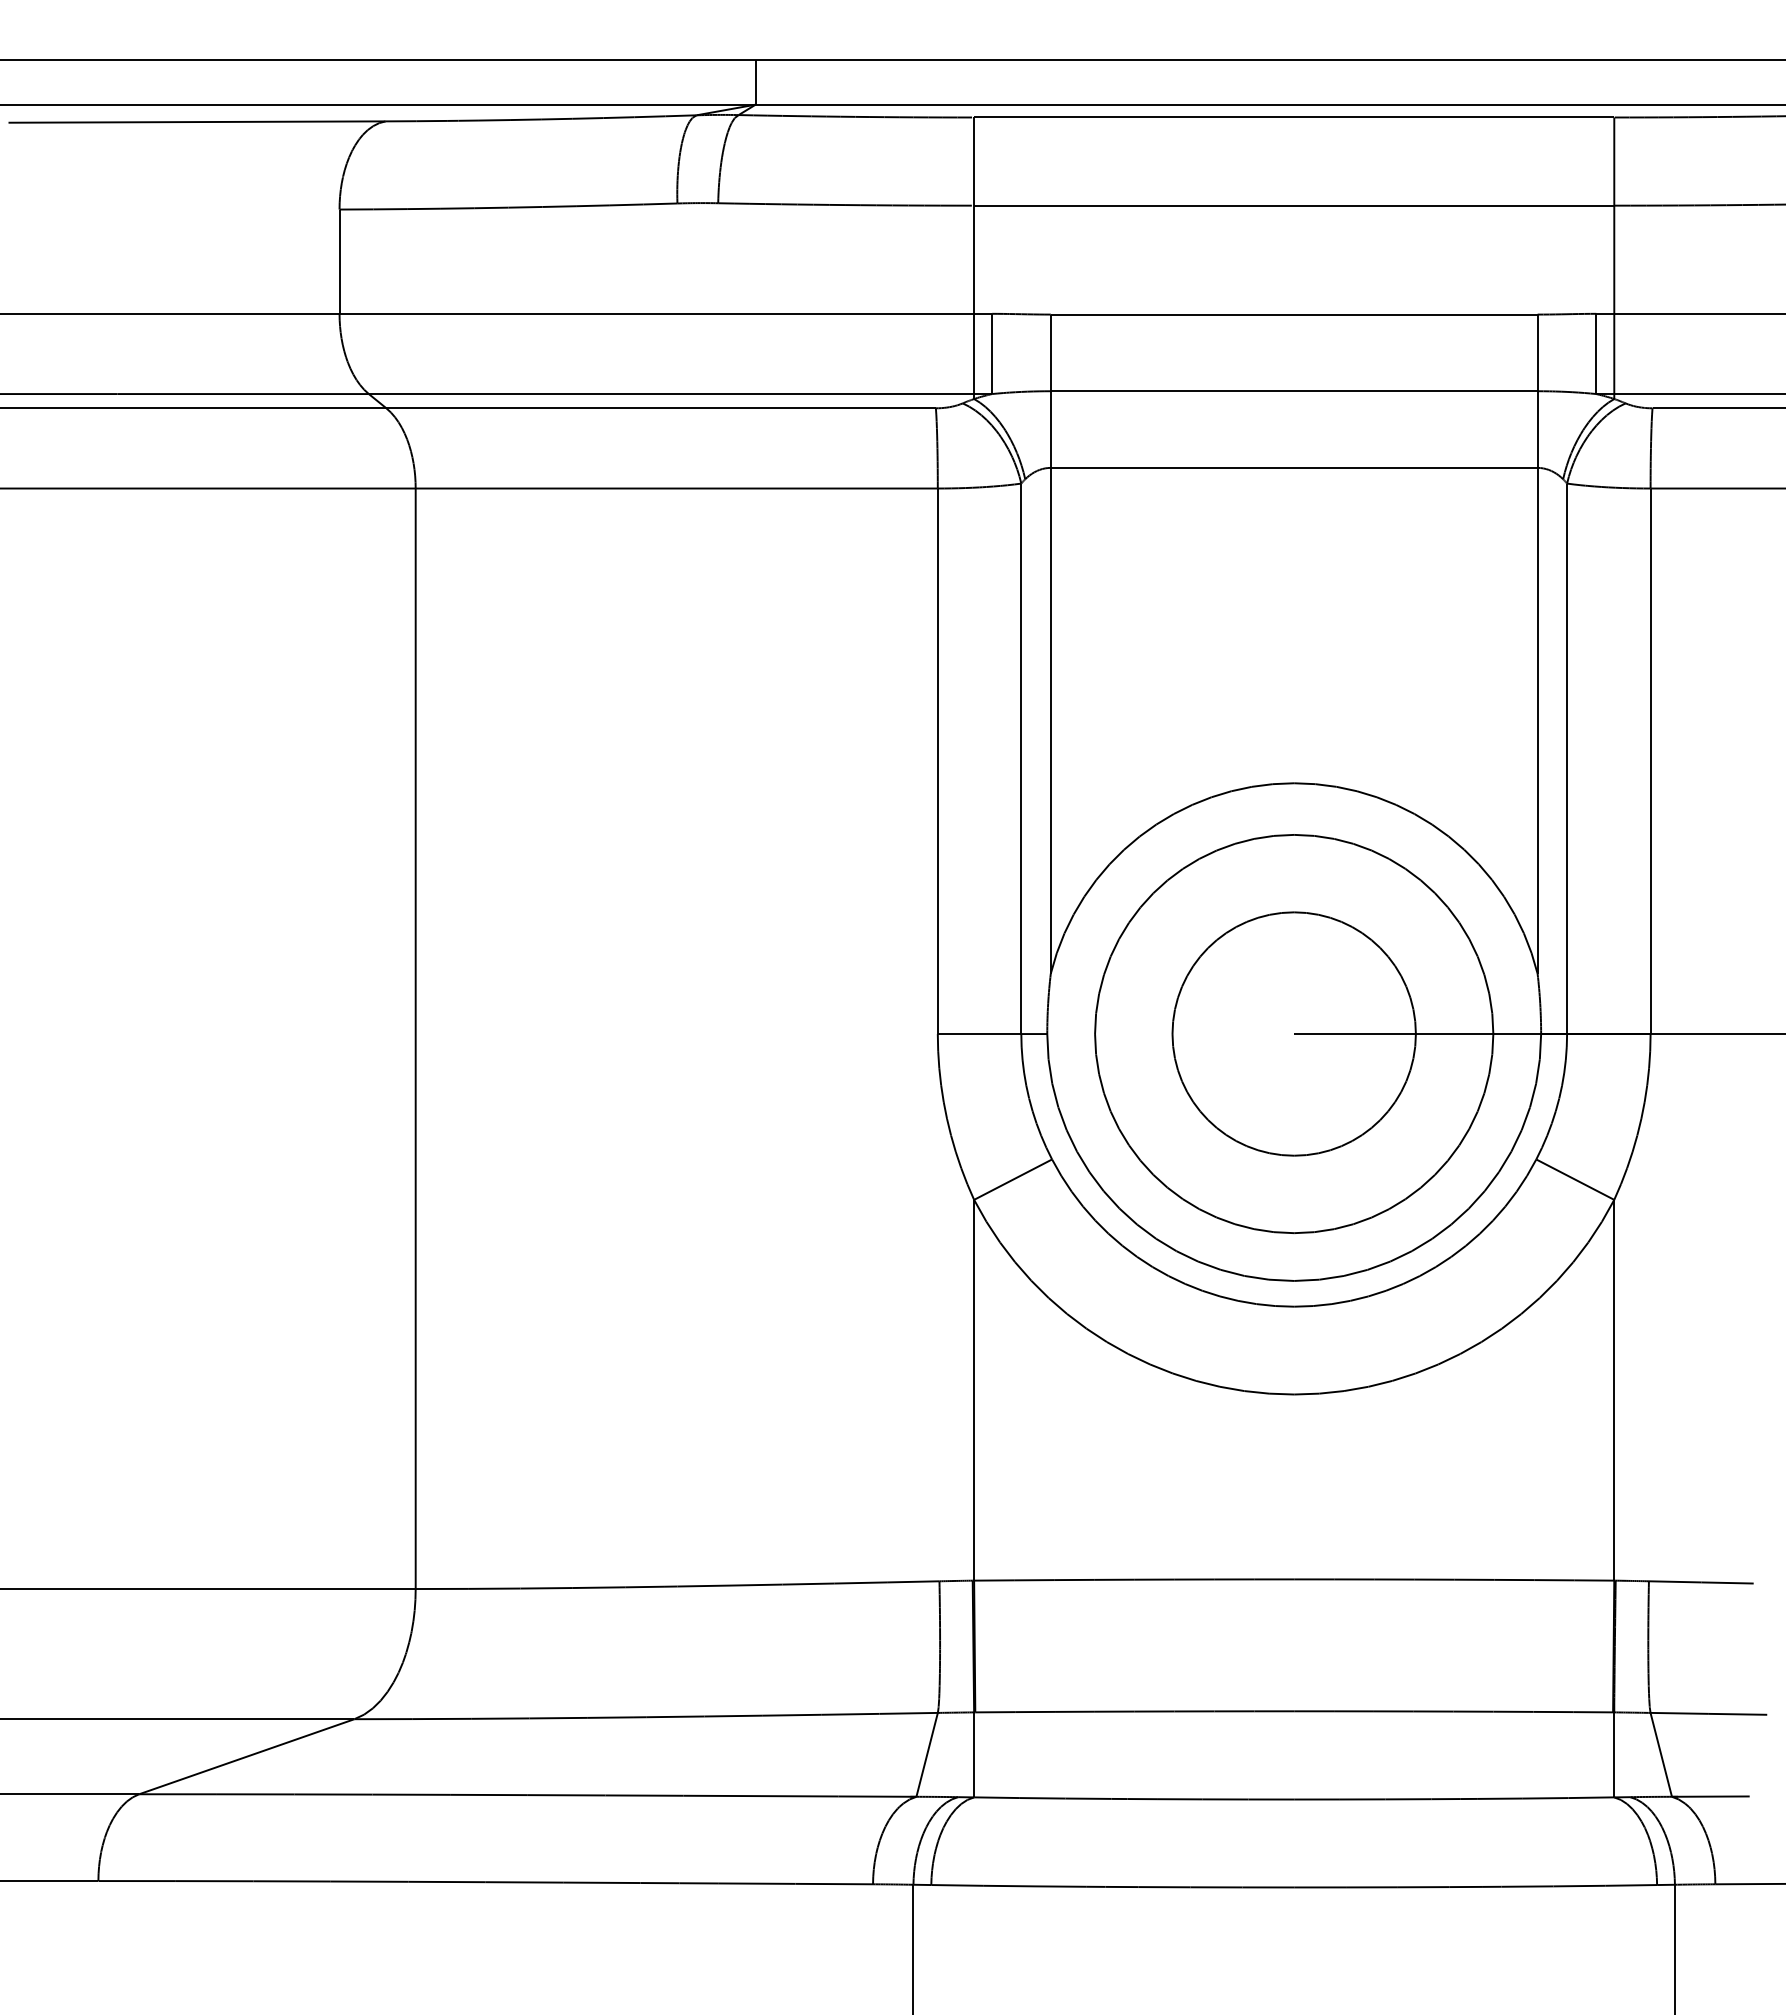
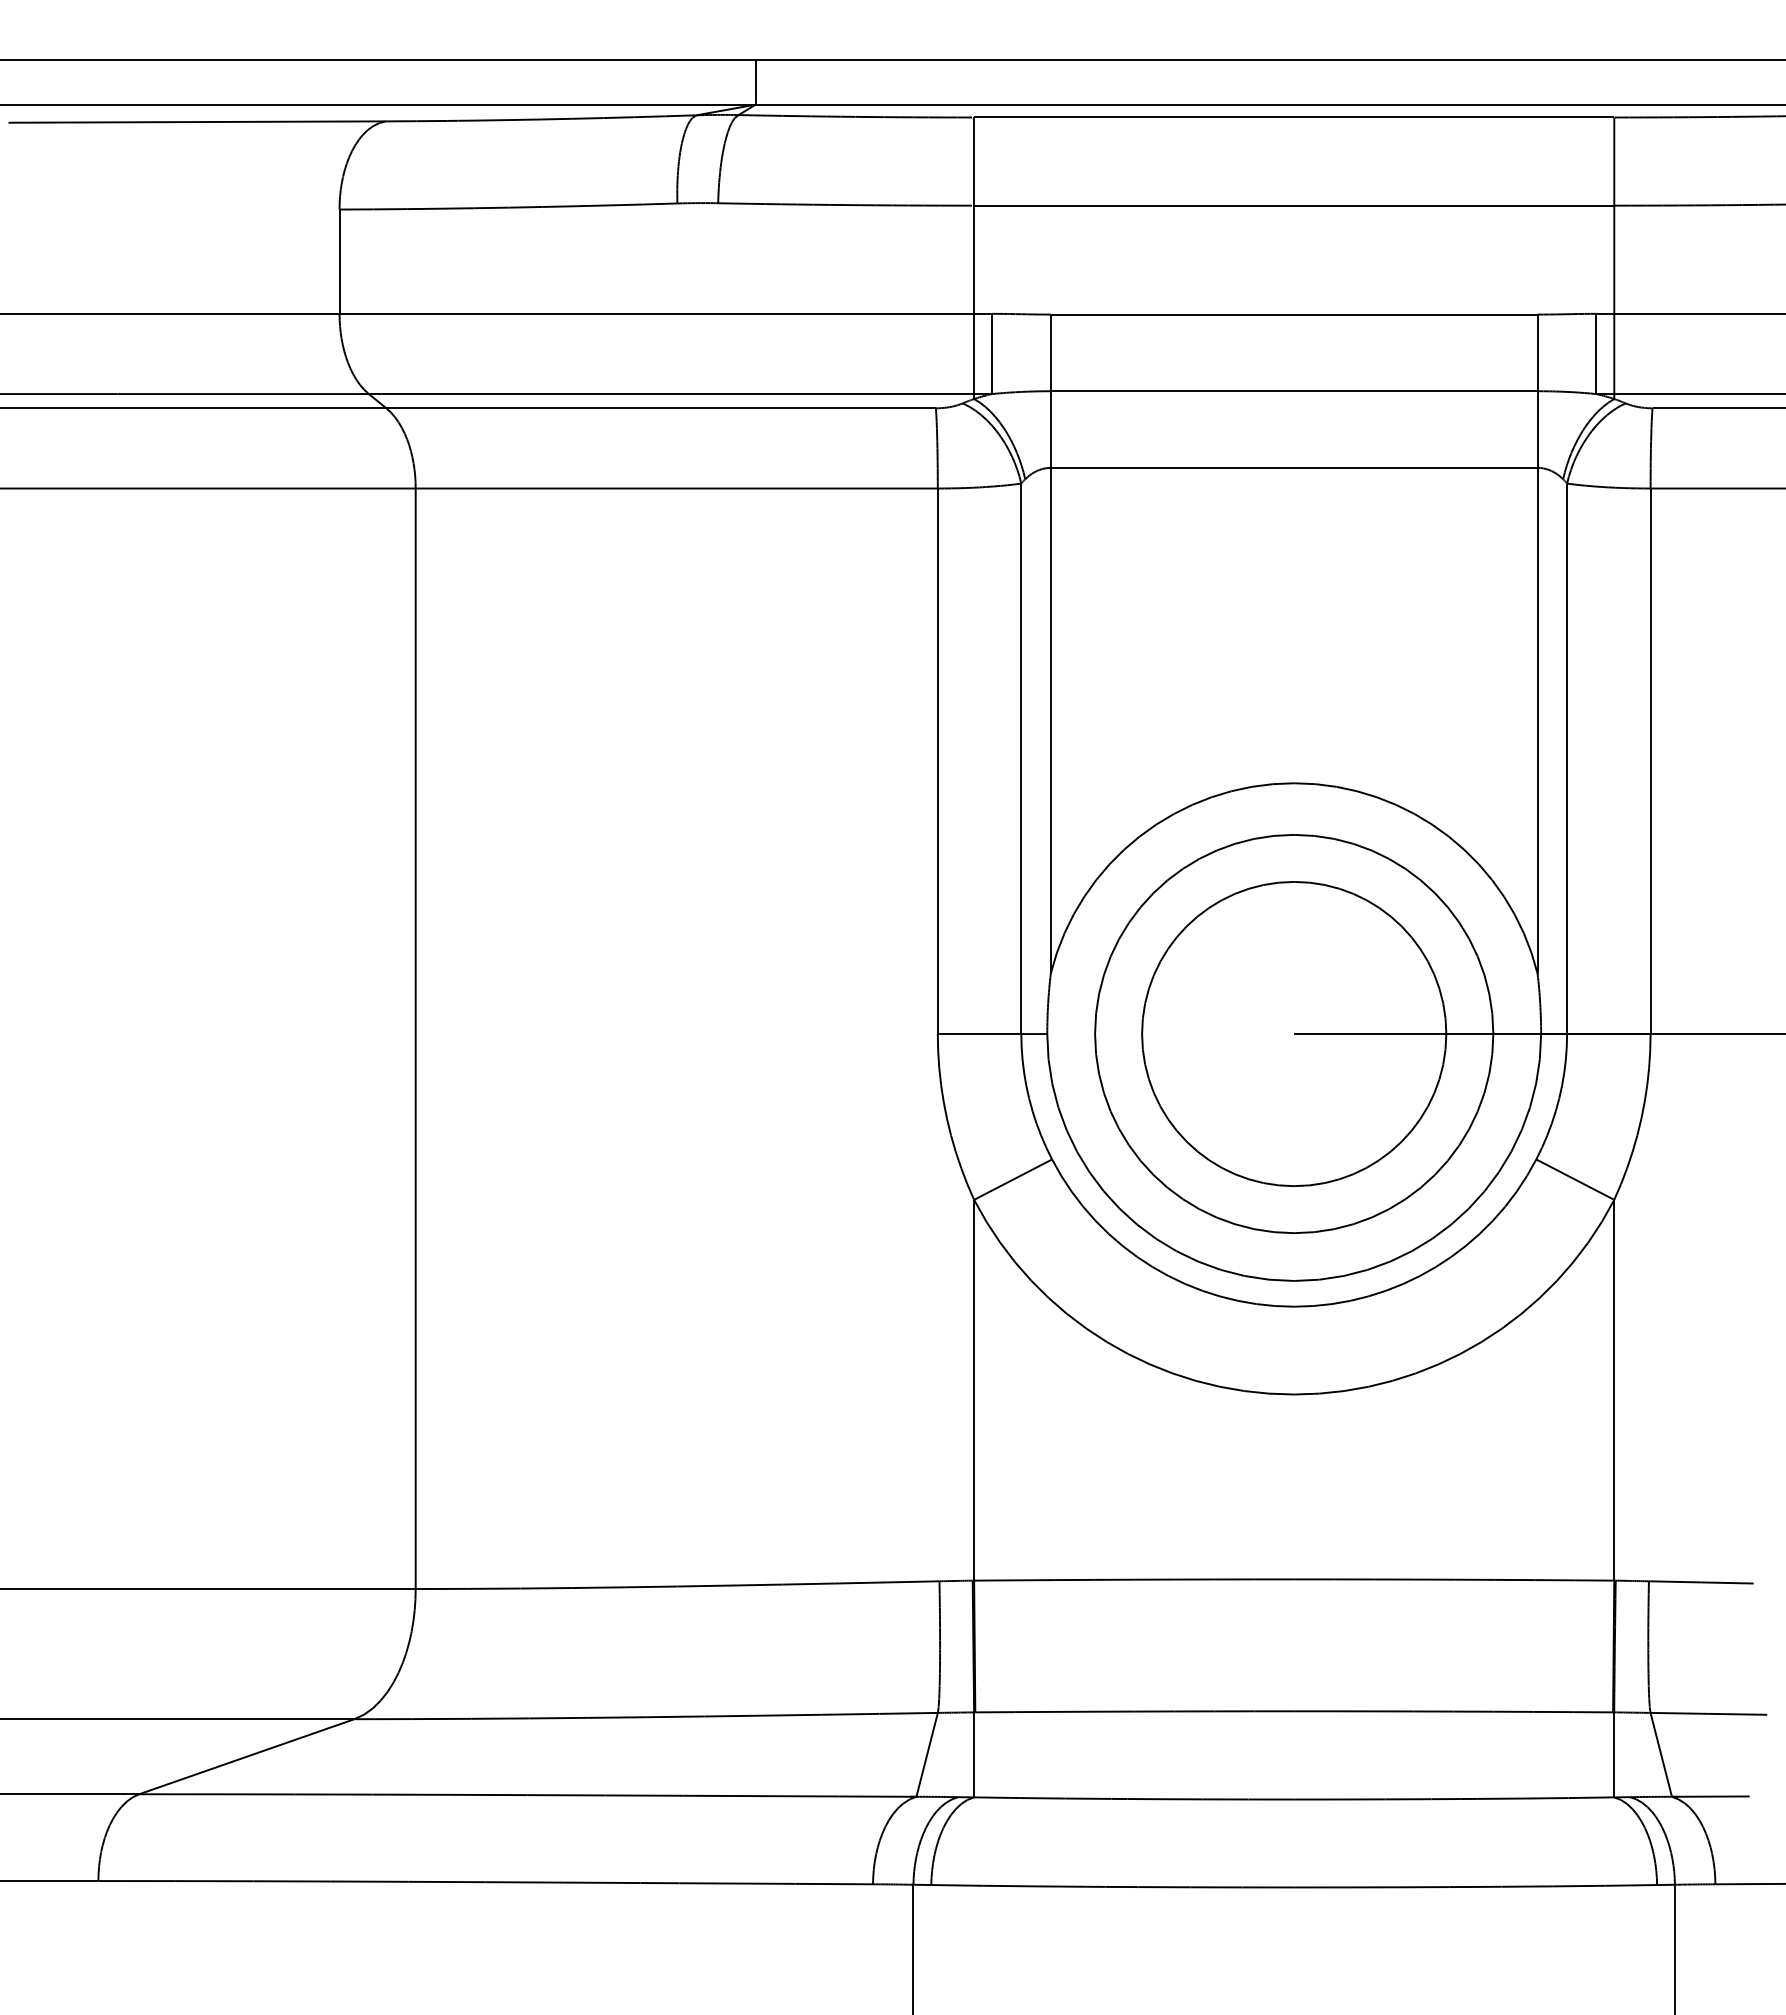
circle at (1293, 1033) diameter: 243 px -> 304 px
